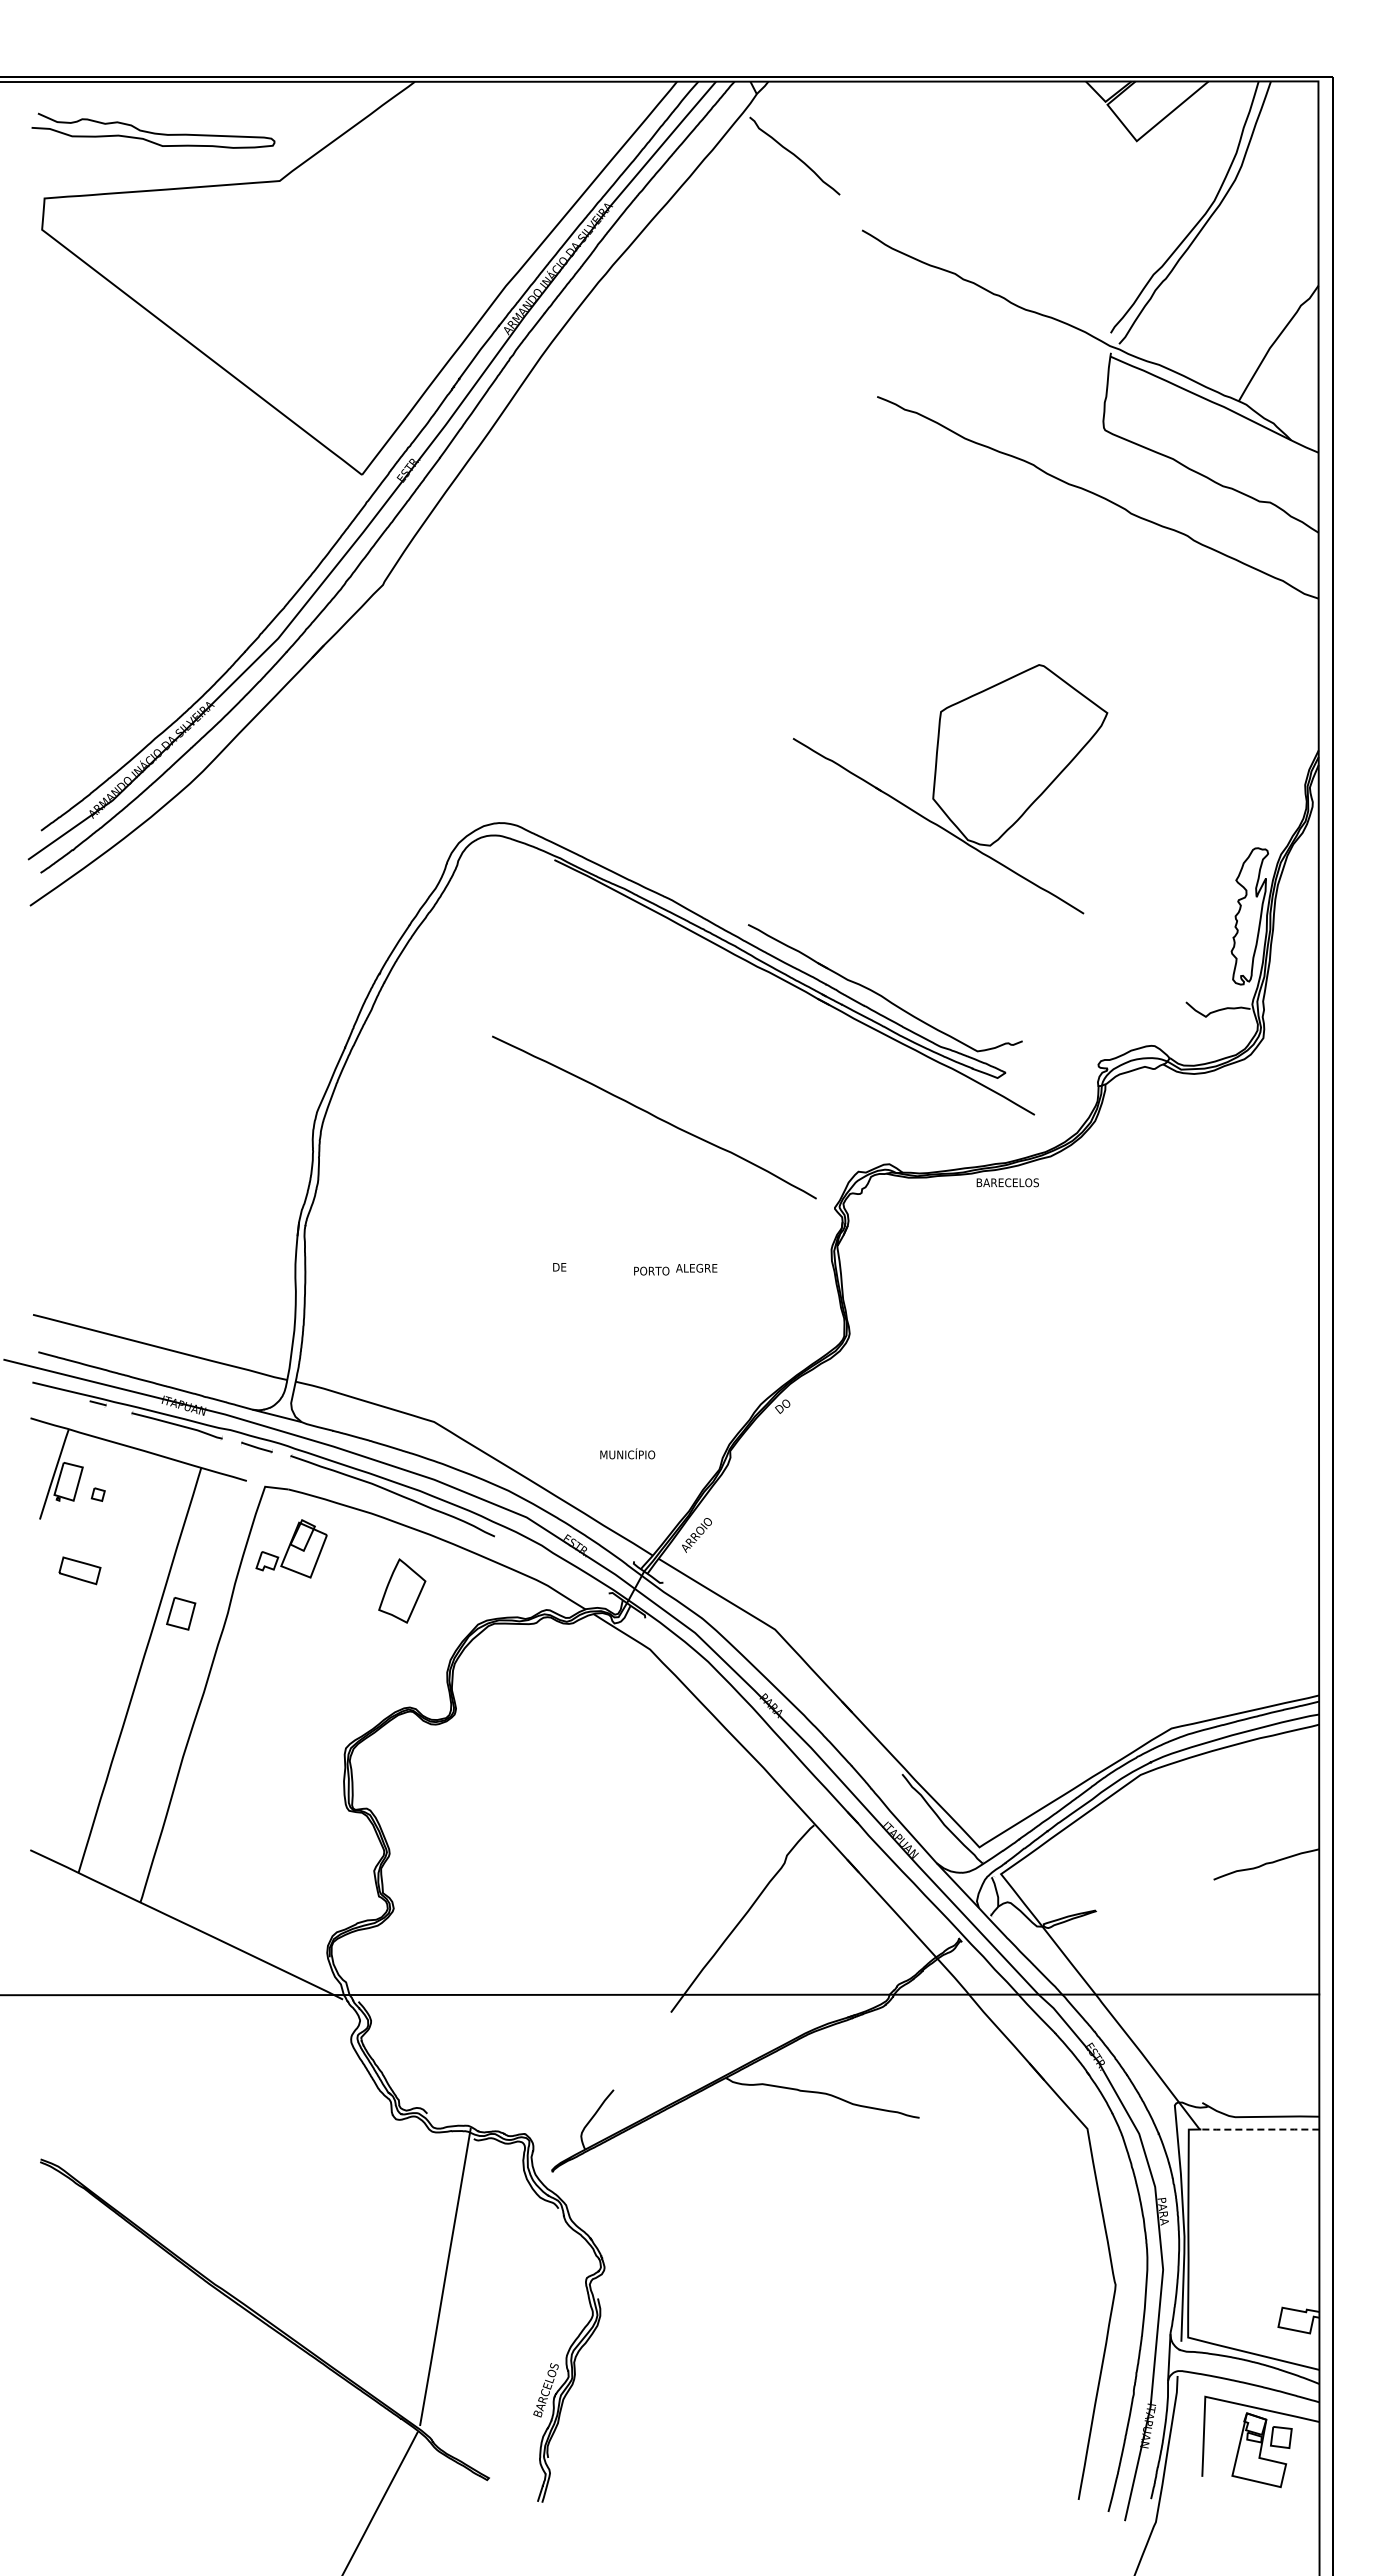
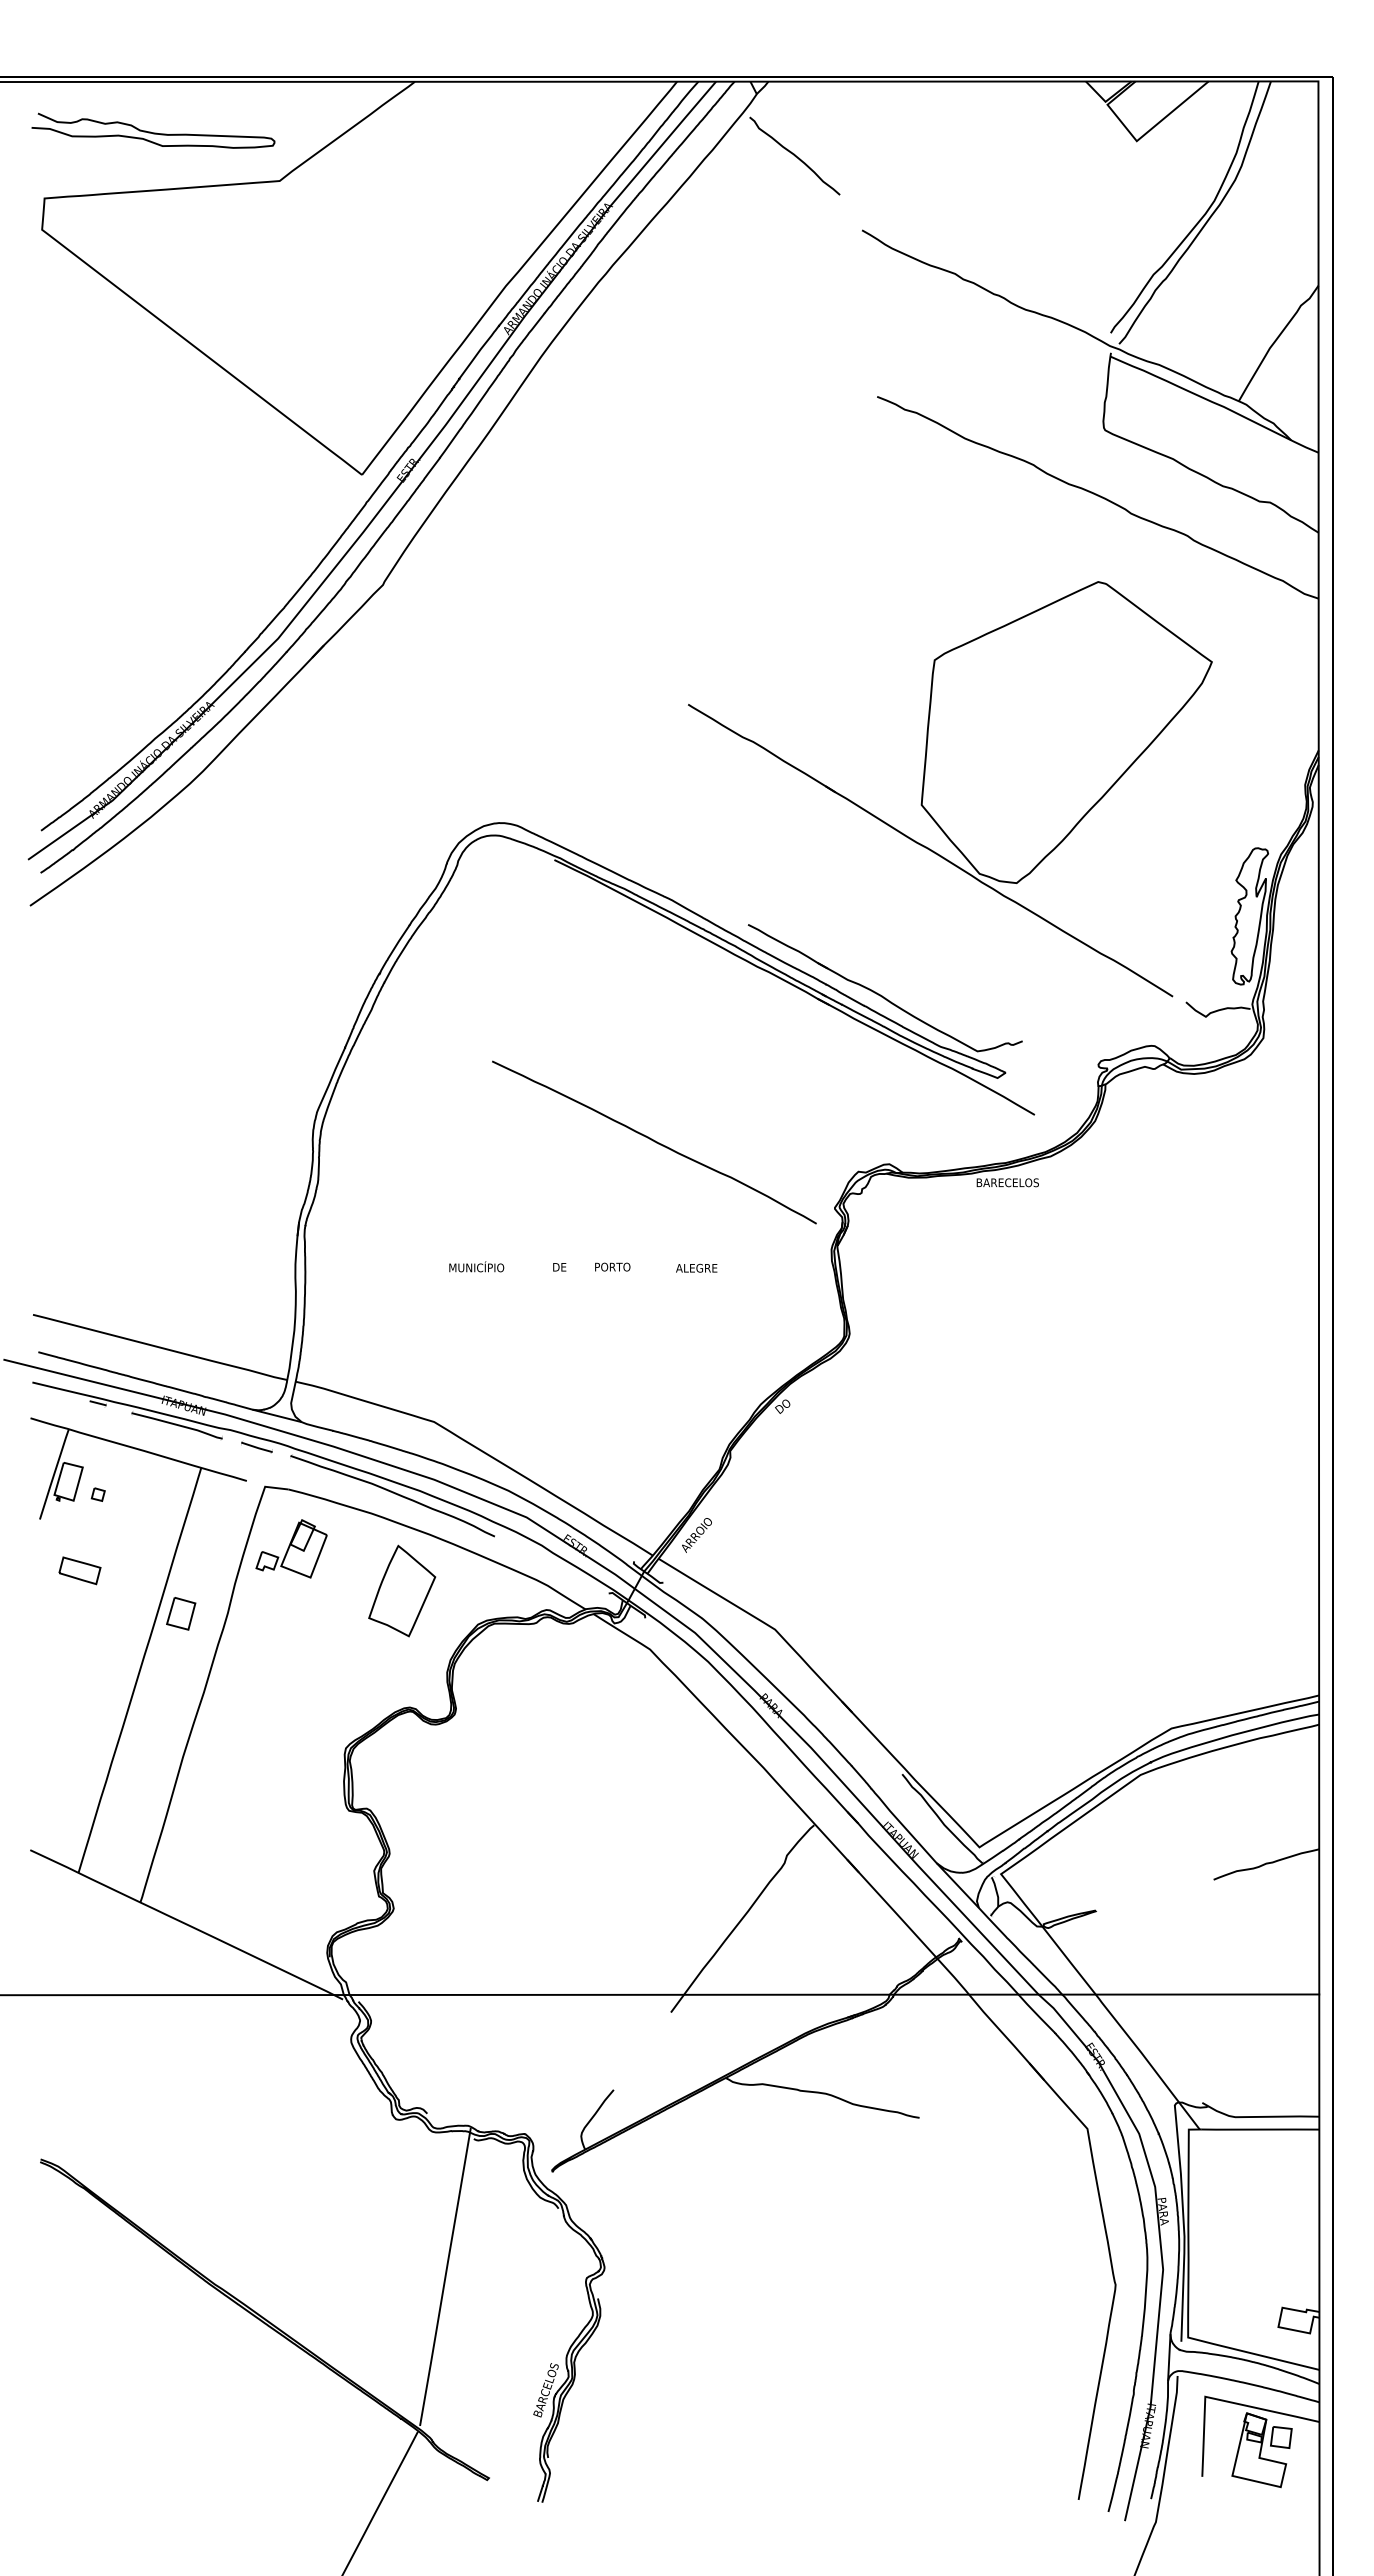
part at (950, 789) size: 317x251 px -> 525x417 px
curve at (654, 1117) position: (654, 1117) -> (654, 1142)
text at (651, 1270) position: (651, 1270) -> (612, 1266)
text at (627, 1453) position: (627, 1453) -> (476, 1266)
part at (402, 1590) size: 49x66 px -> 69x94 px
line at (1259, 2129): dashed -> solid
